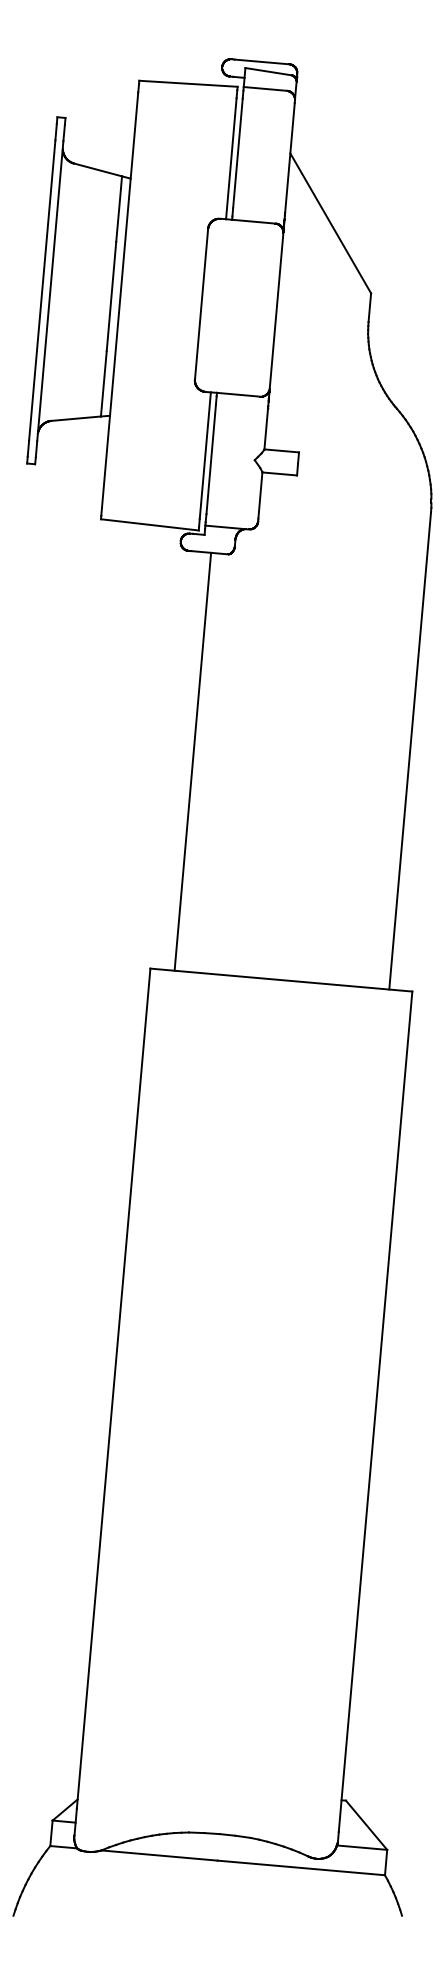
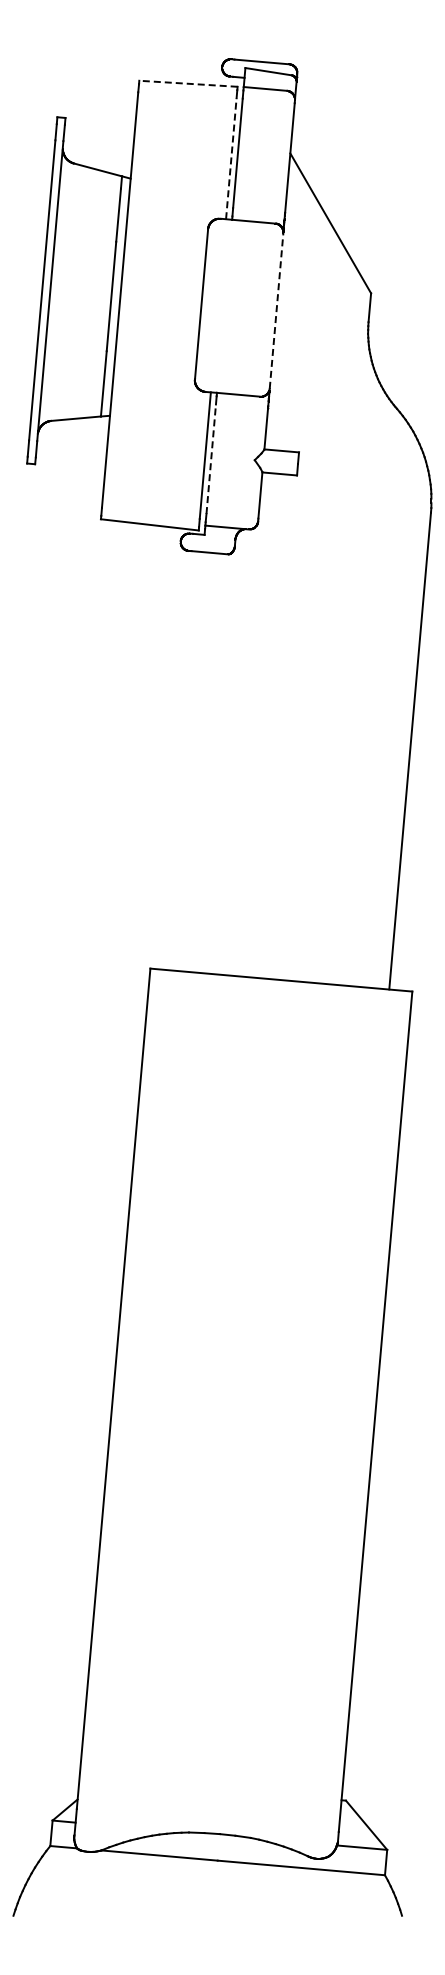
line at (187, 83): solid -> dashed
line at (231, 158): solid -> dashed
line at (276, 310): solid -> dashed
line at (211, 458): solid -> dashed
line at (192, 761): present -> none
